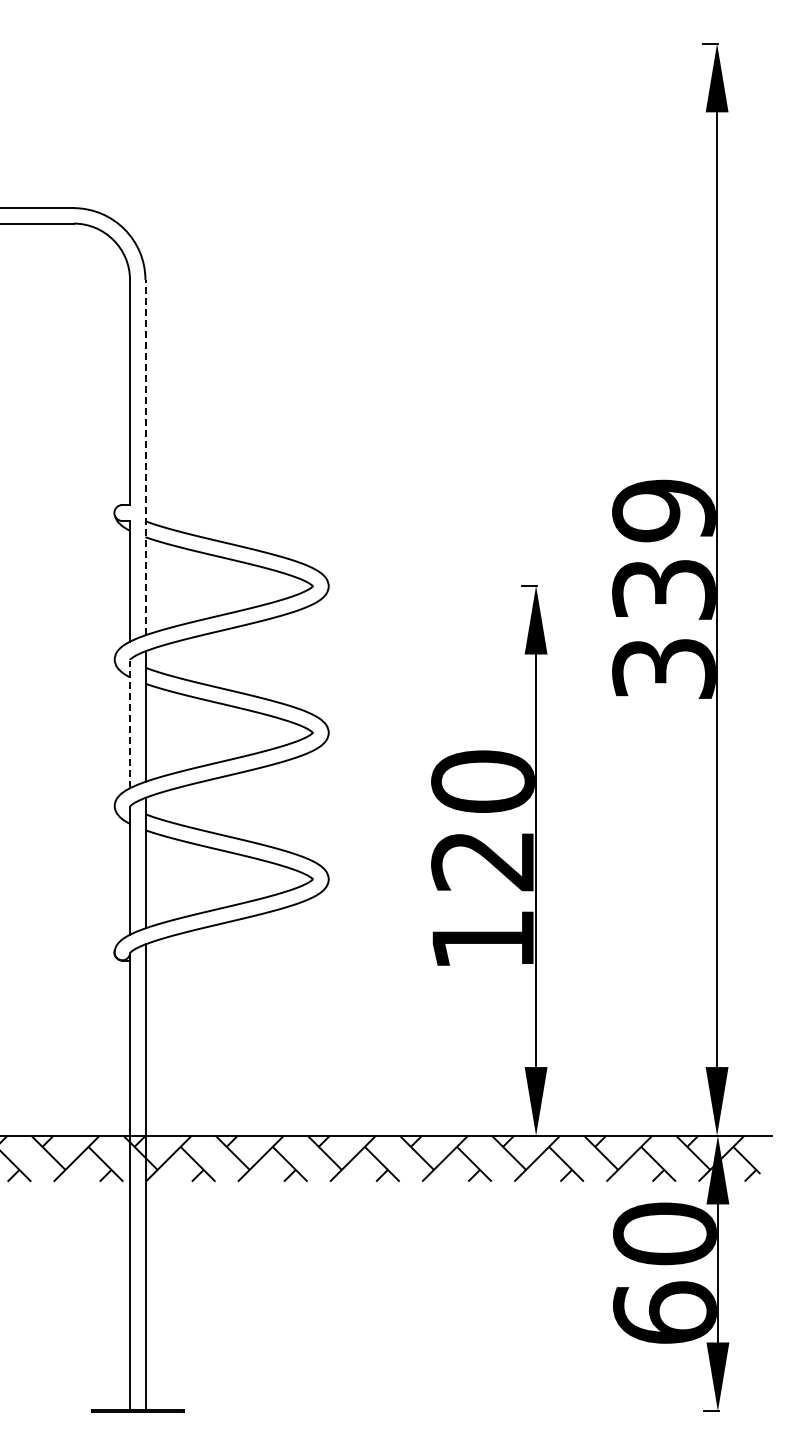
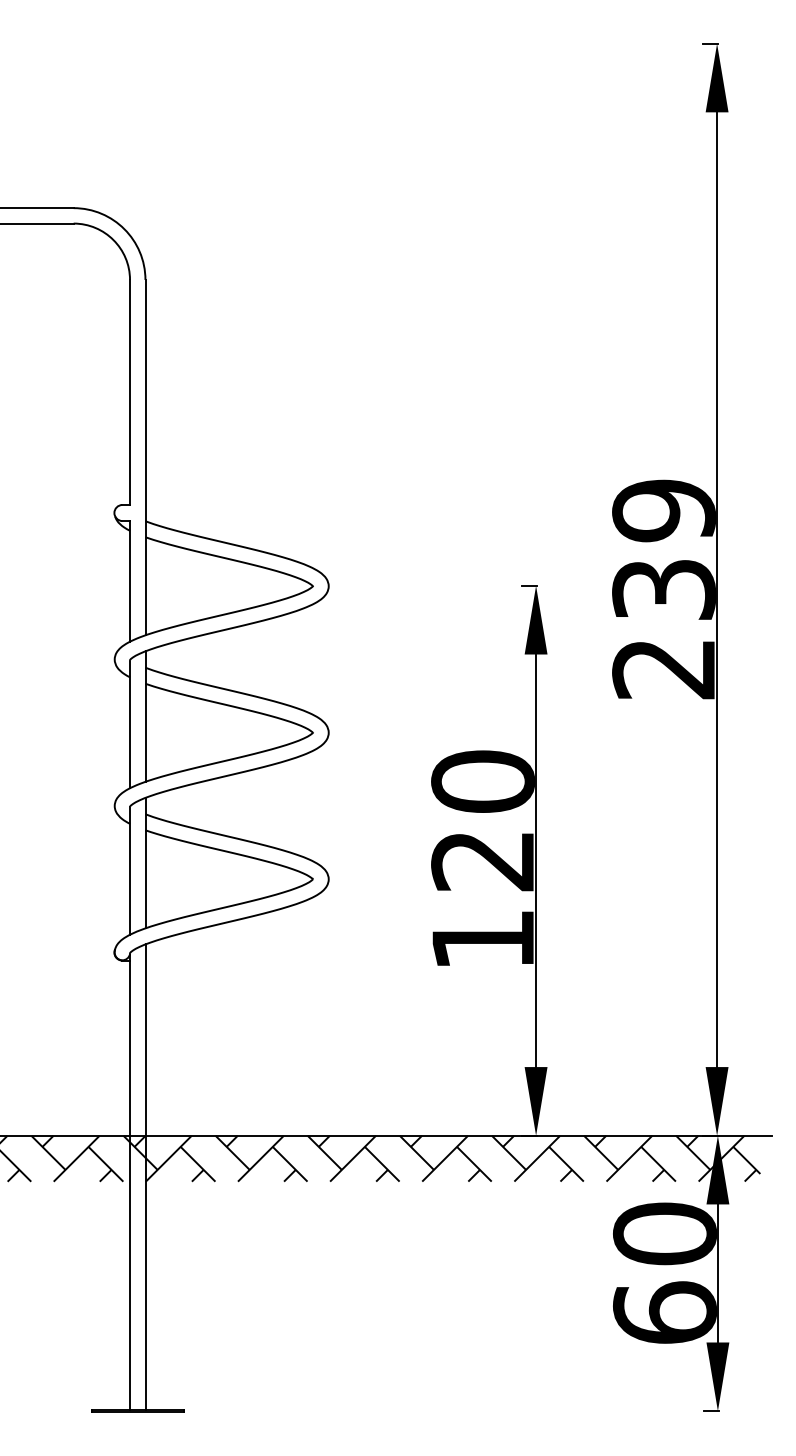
line at (145, 457): dashed -> solid
text at (663, 669): 339 -> 239
line at (130, 724): dashed -> solid
